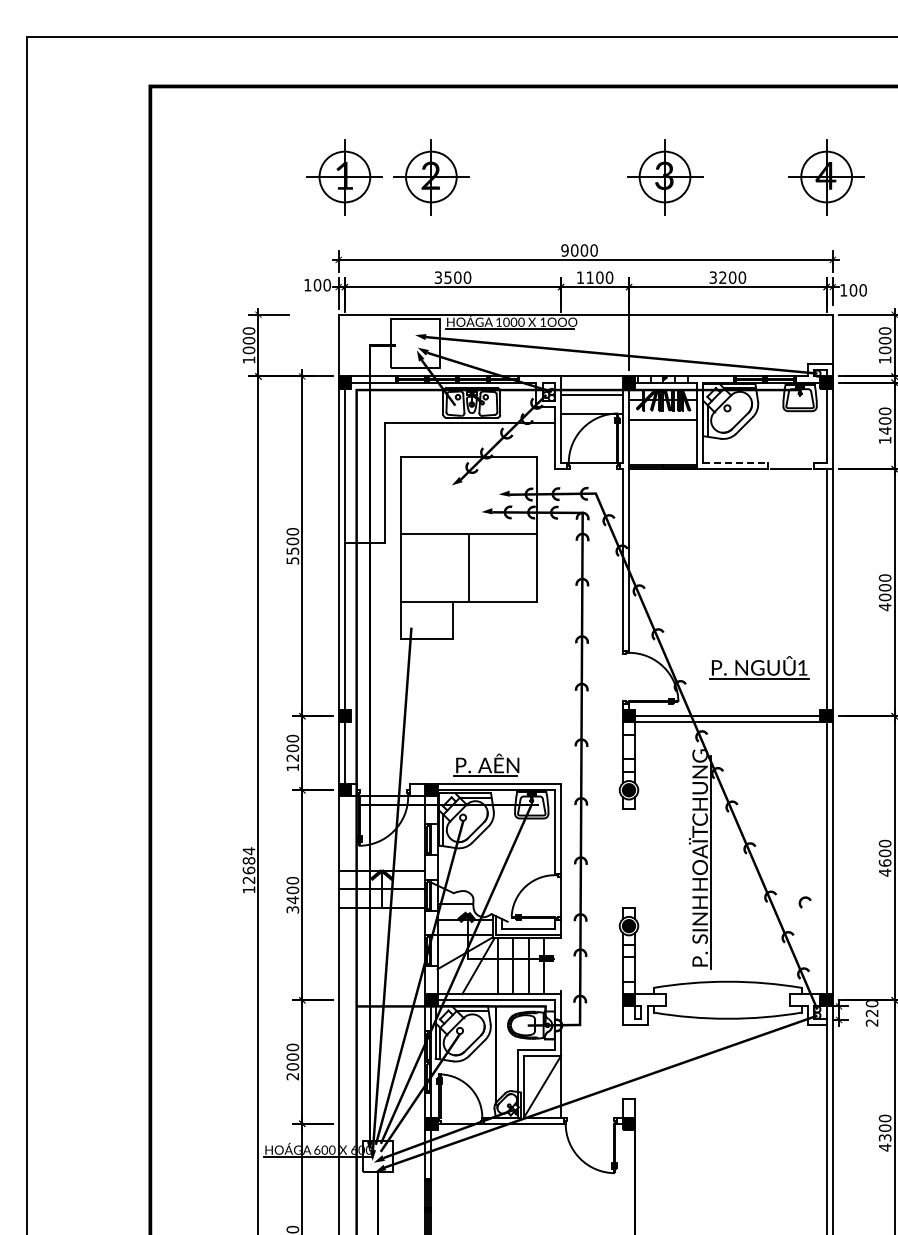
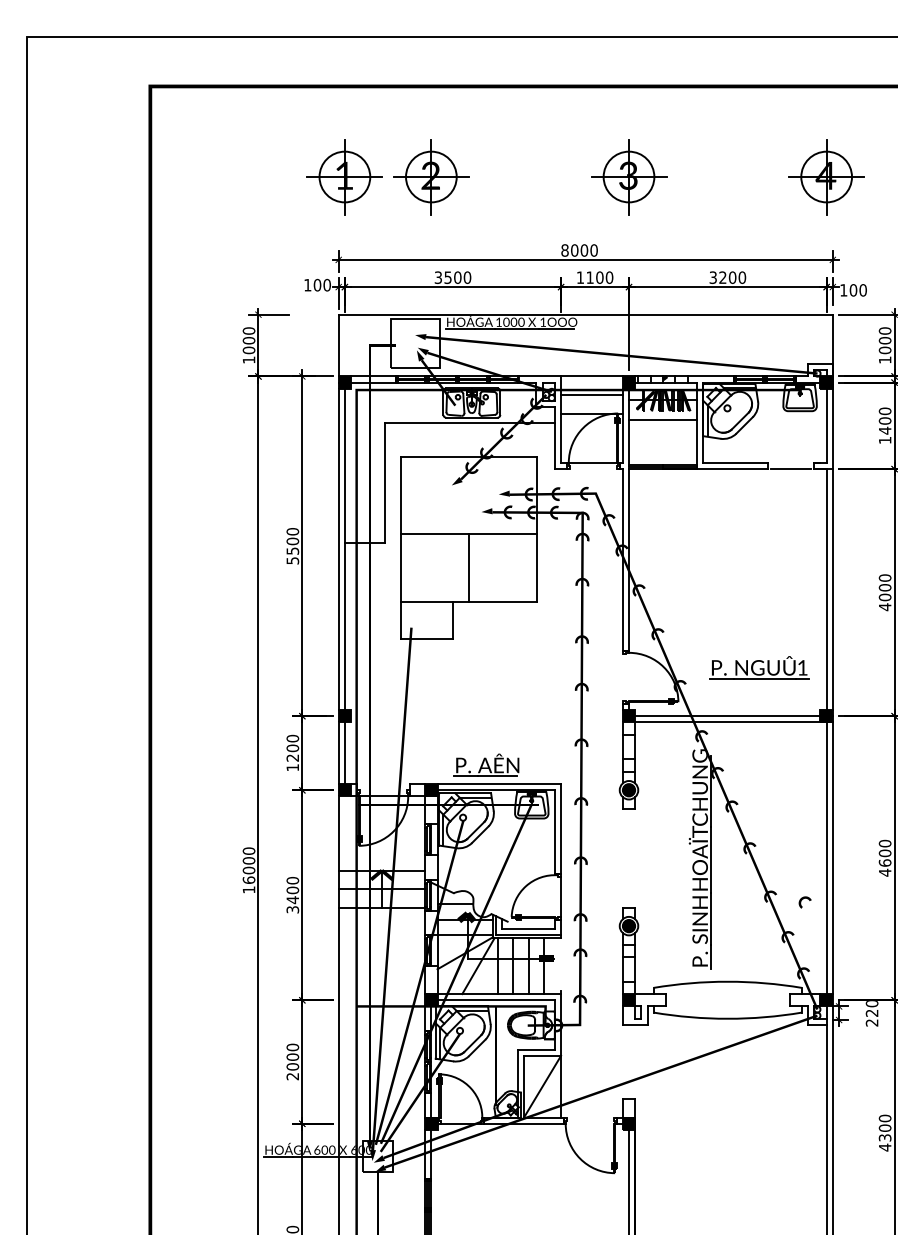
part at (665, 177) position: (665, 177) -> (629, 177)
text at (564, 250): 9000 -> 8000
line at (736, 462): dashed -> solid
text at (248, 865): 12684 -> 16000
line at (629, 1180): none -> present
